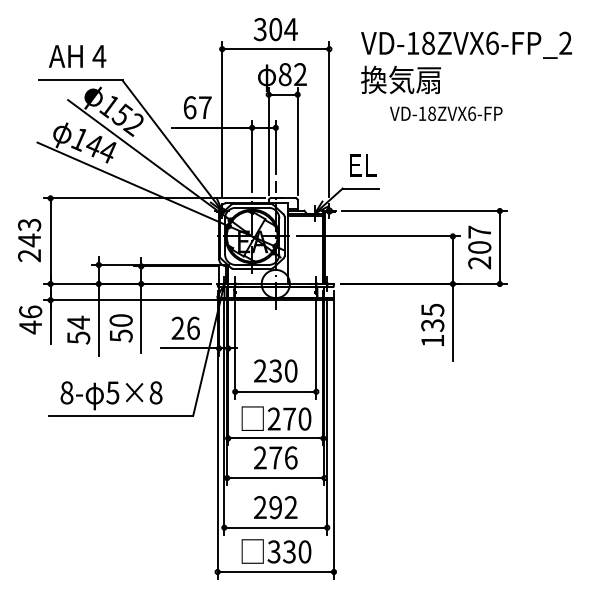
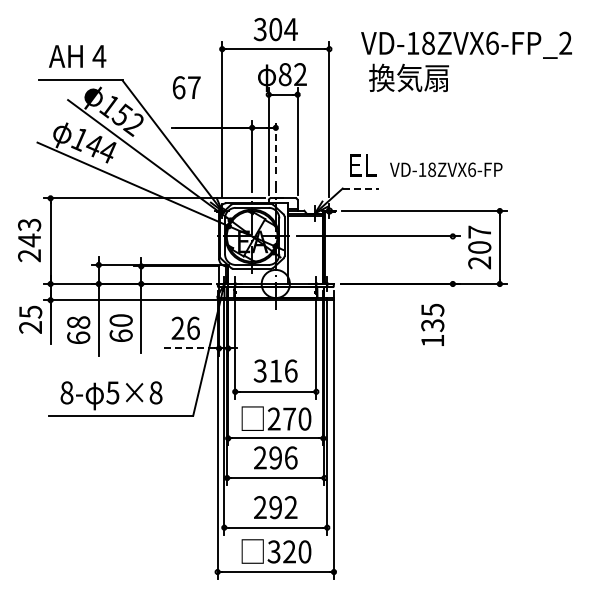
text at (400, 79) position: (400, 79) -> (408, 77)
text at (197, 107) position: (197, 107) -> (186, 87)
text at (446, 113) position: (446, 113) -> (446, 169)
line at (275, 147): solid -> dashed
line at (360, 188): solid -> dashed
line at (452, 298): present -> none
text at (30, 319): 46 -> 25
text at (78, 329): 54 -> 68
text at (120, 335): 50 -> 60
line at (187, 348): solid -> dashed
text at (275, 370): 230 -> 316
text at (275, 457): 276 -> 296
text at (289, 551): 330 -> 320
